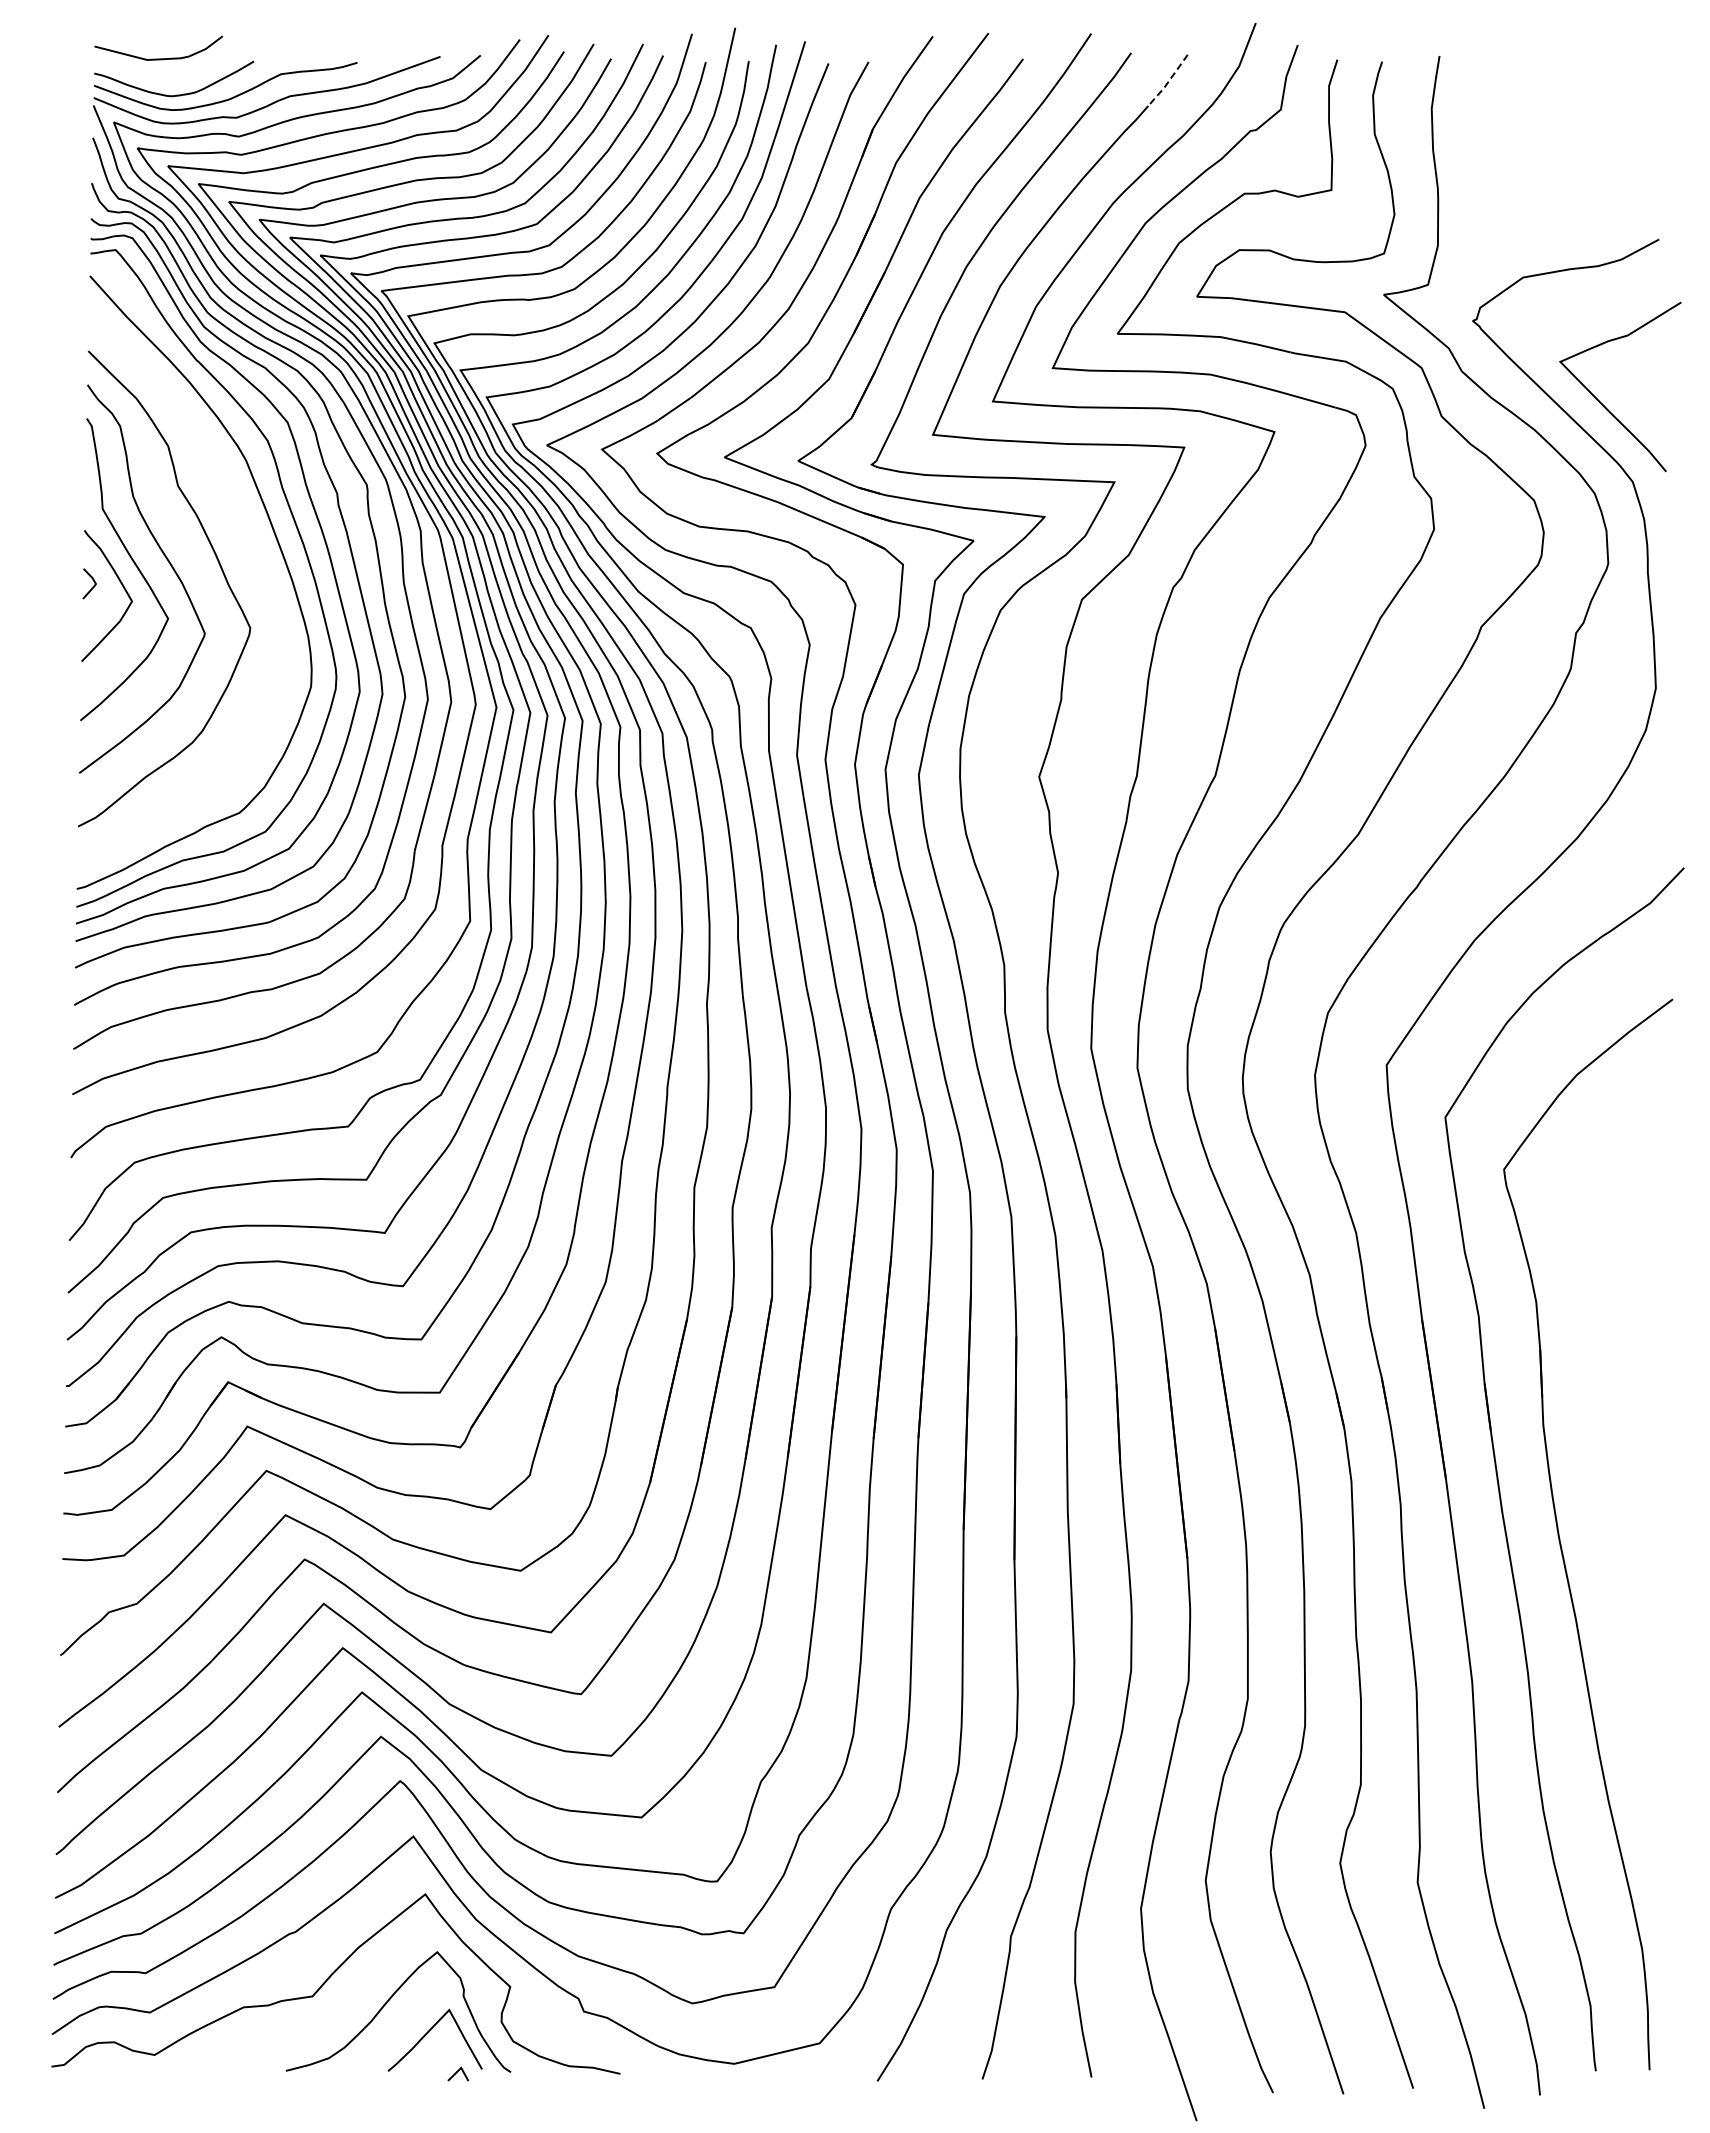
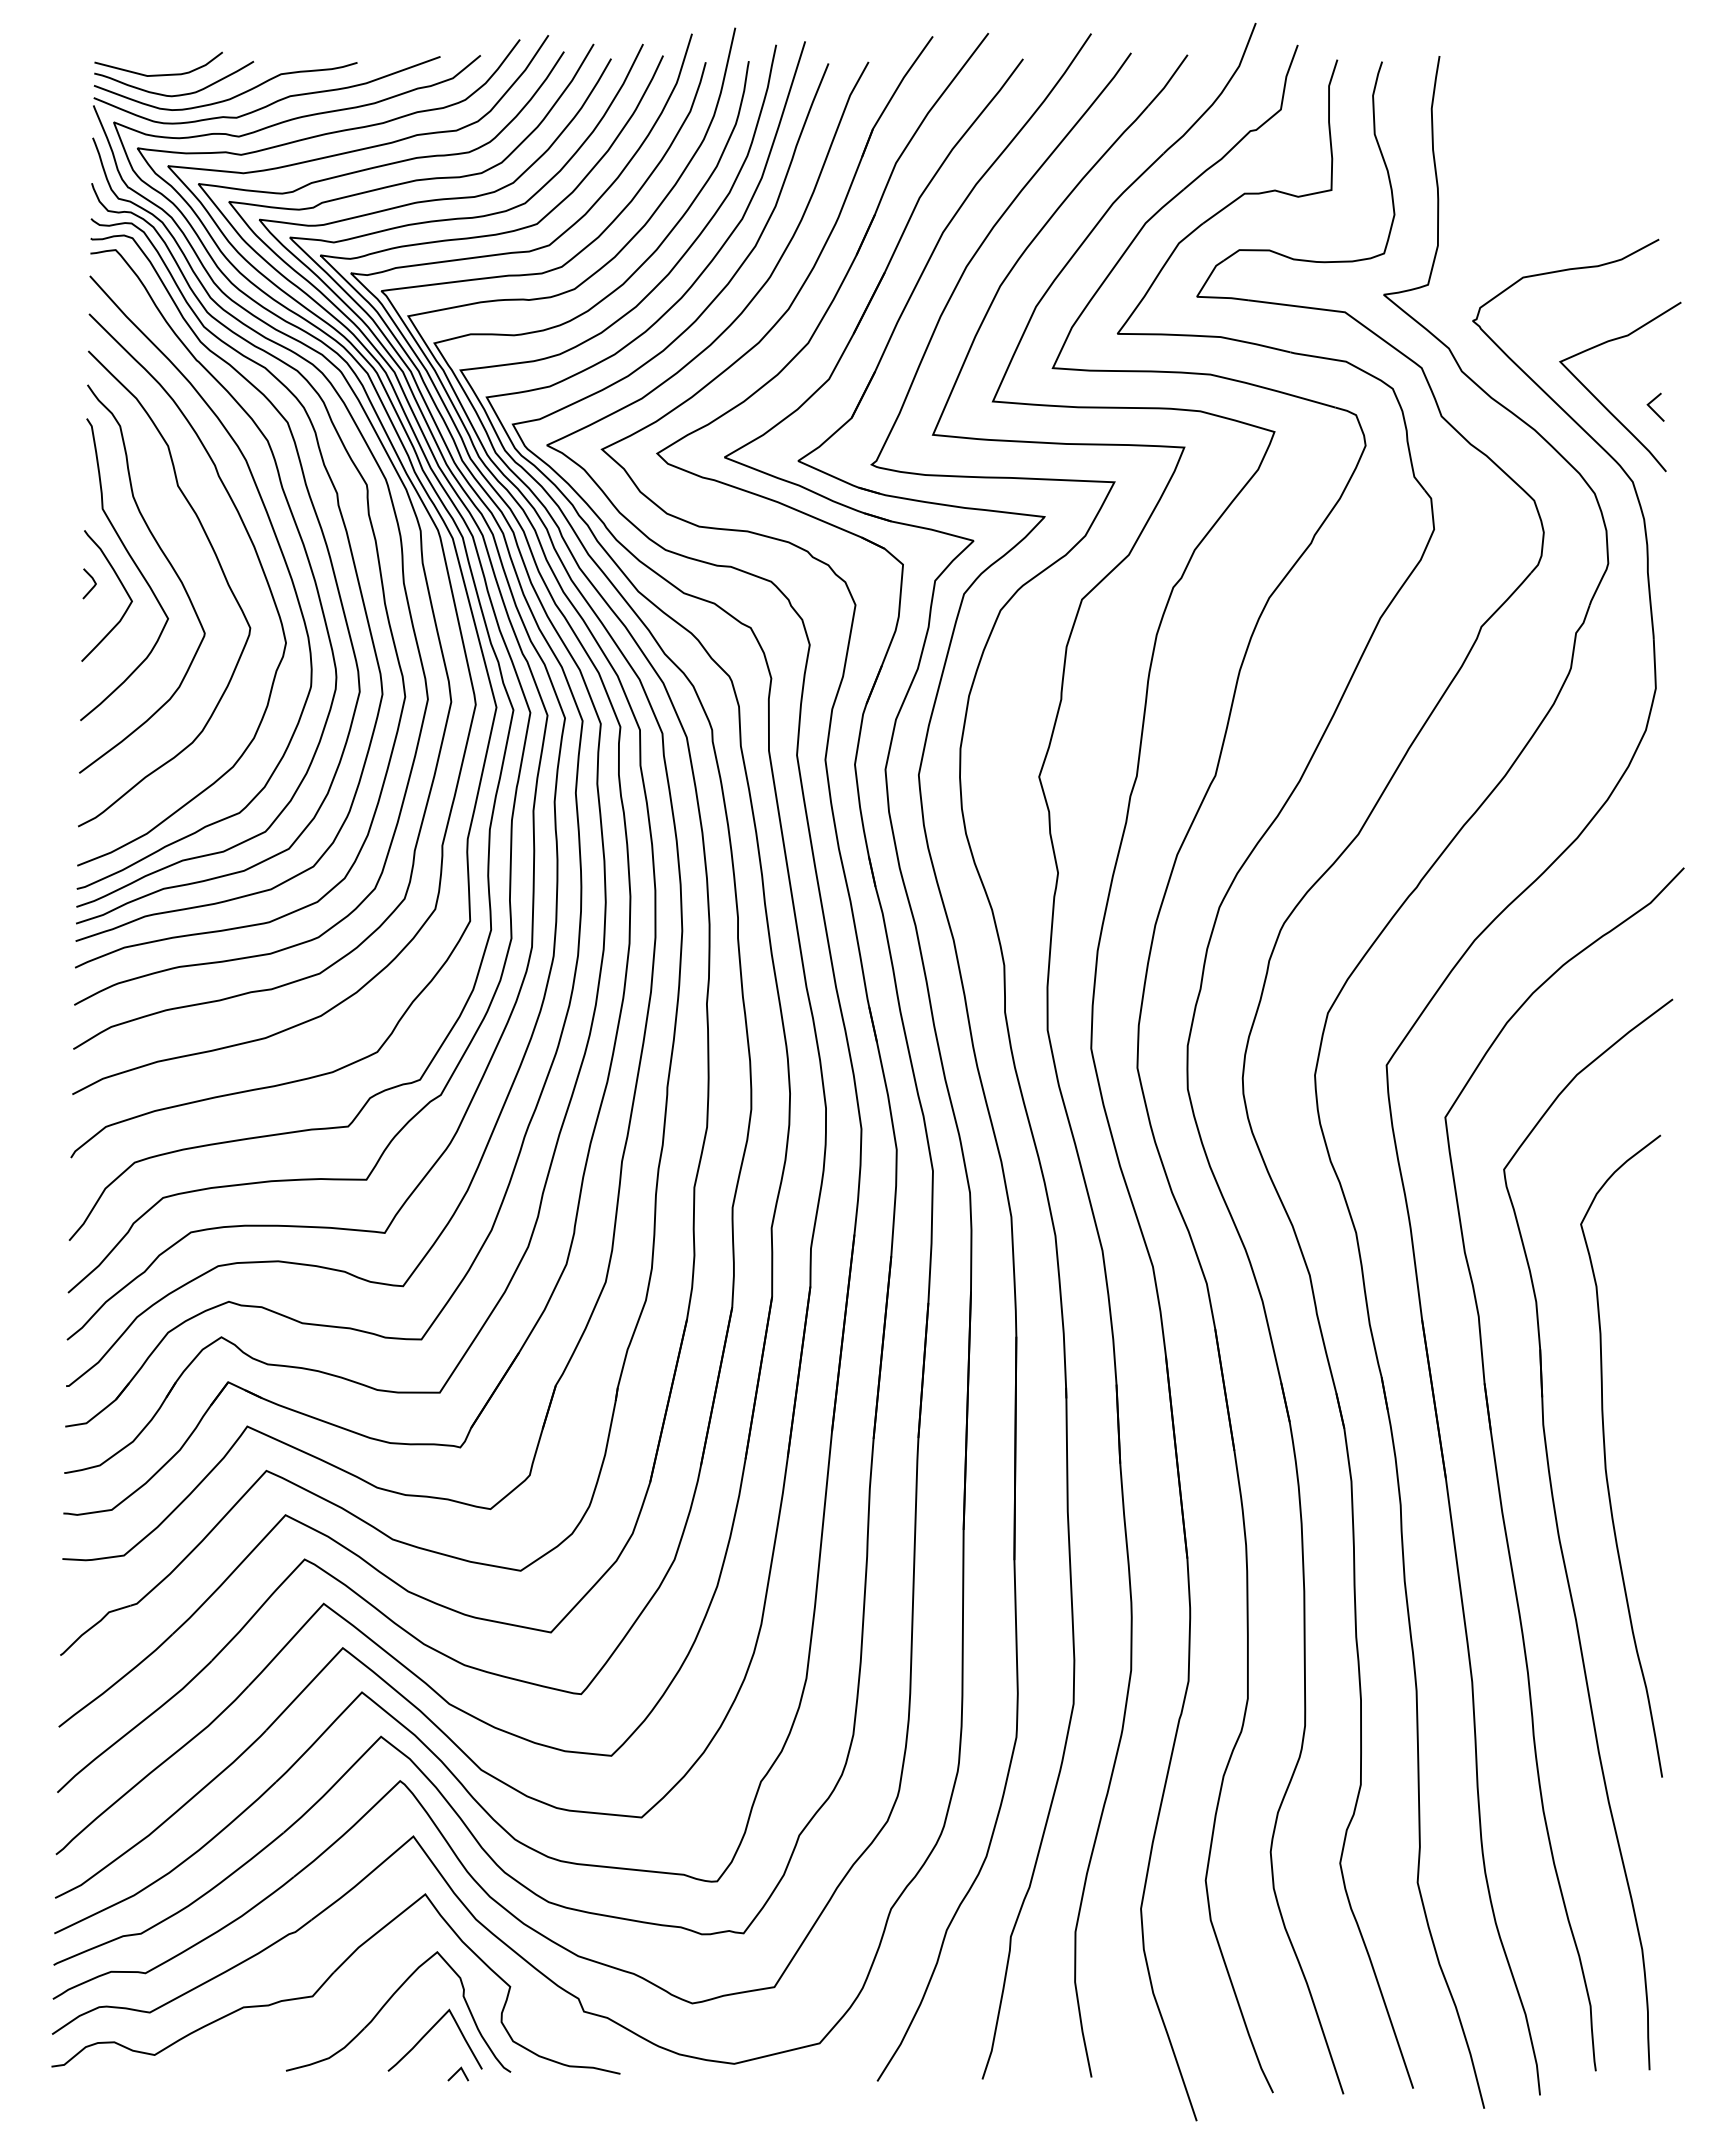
curve at (158, 58) position: (158, 58) -> (158, 74)
line at (1168, 81): dashed -> solid
line at (1652, 408): none -> present
curve at (258, 561): none -> present
curve at (1606, 1460): none -> present
